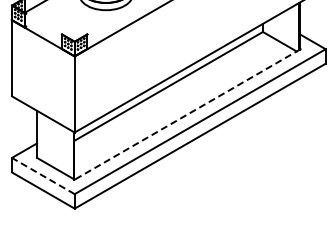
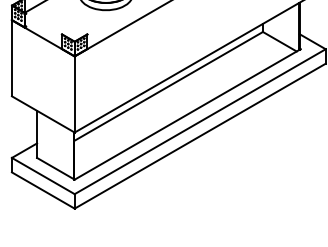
line at (187, 114): dashed -> solid
line at (42, 175): dashed -> solid
